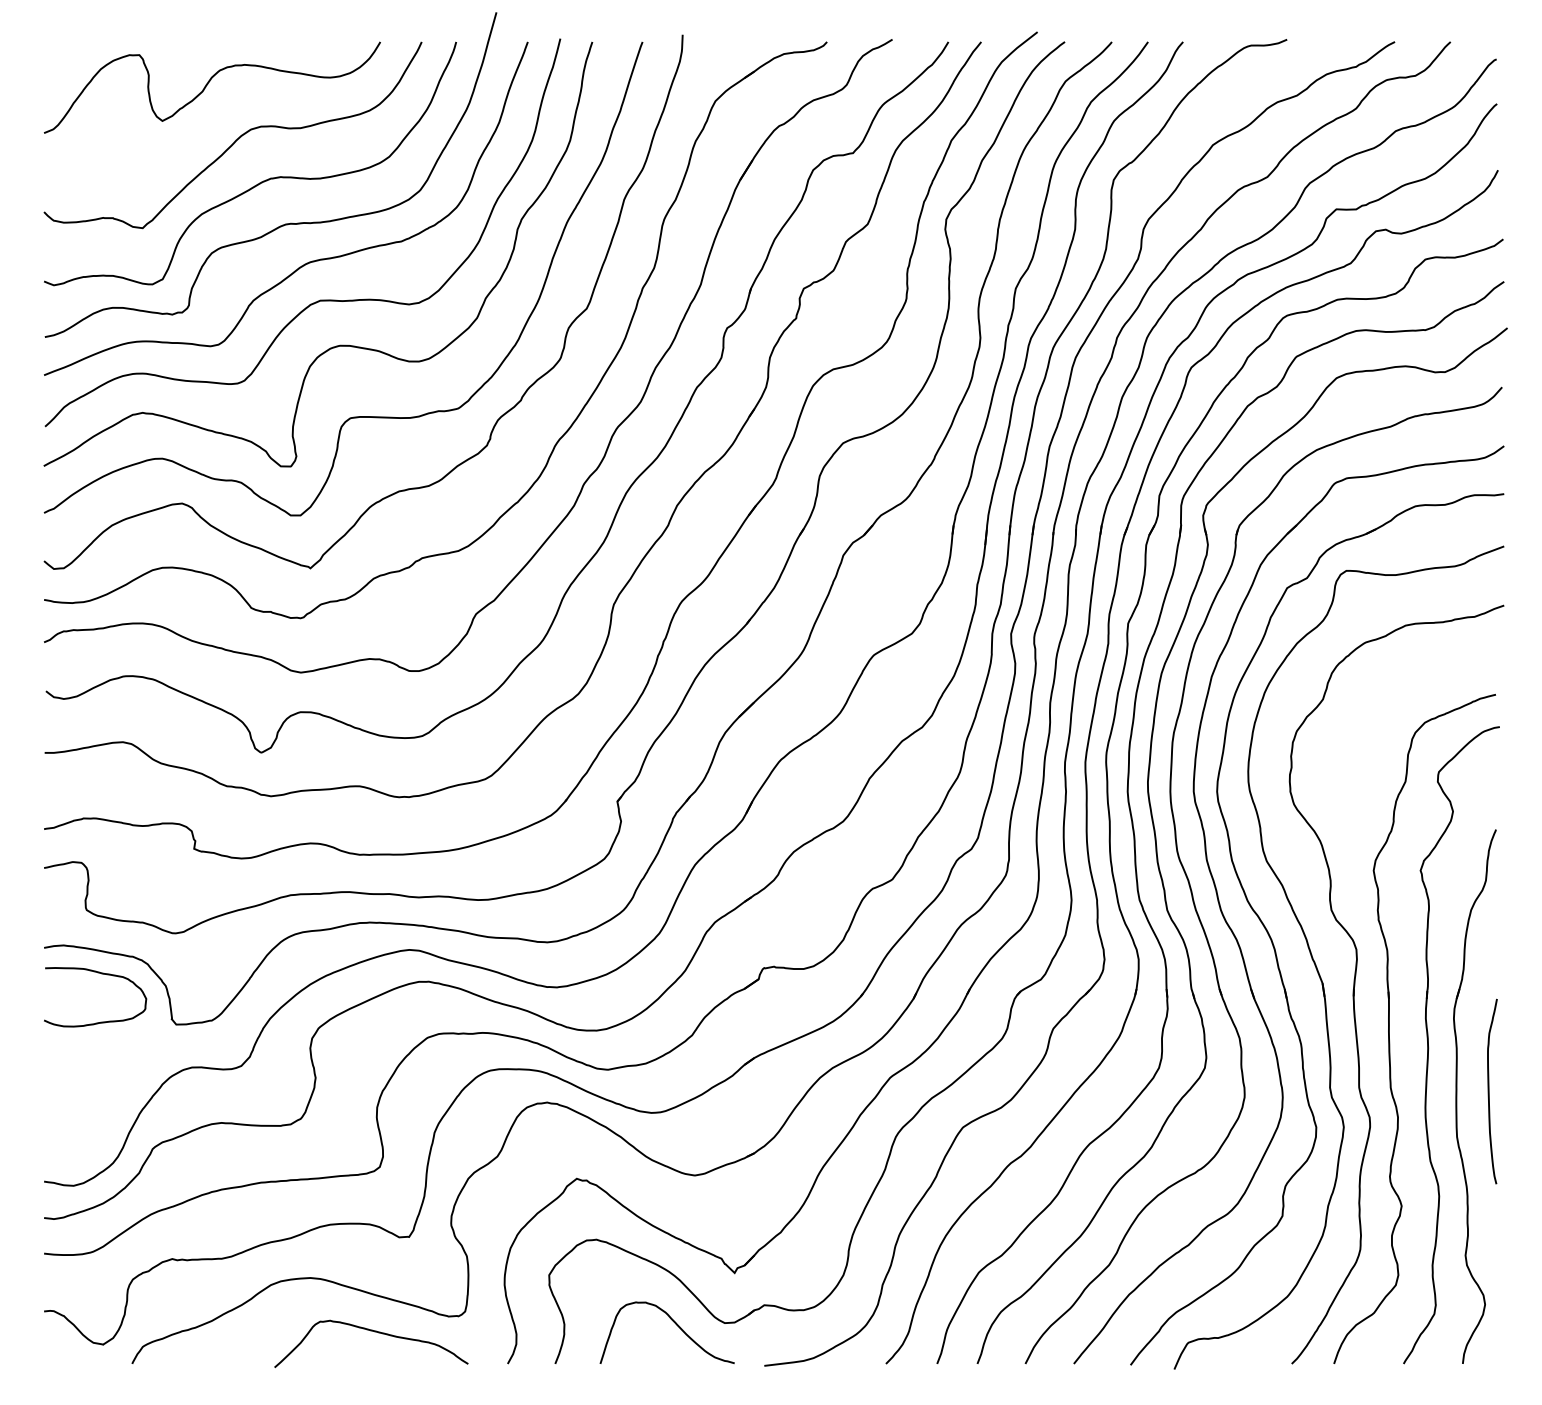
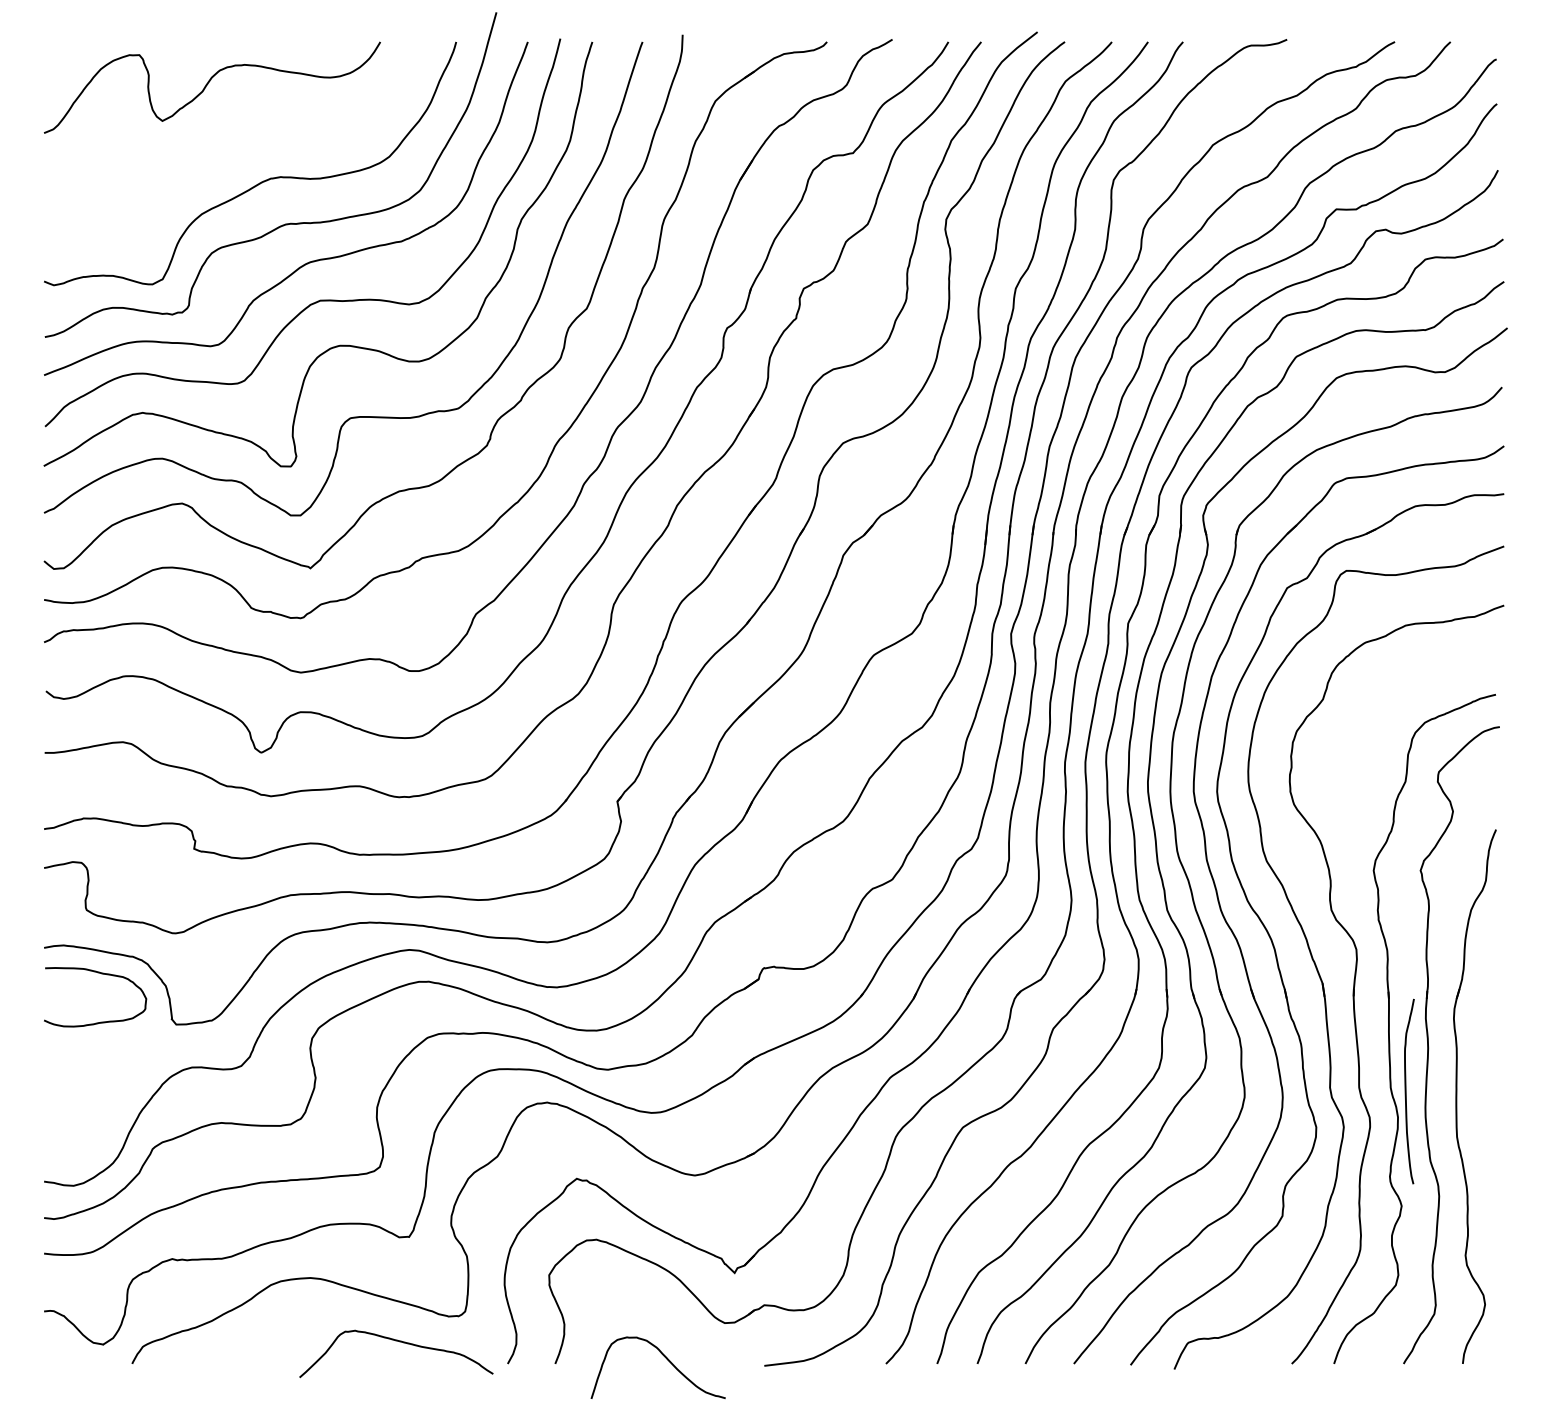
curve at (235, 139): present -> none
curve at (1489, 1091) position: (1489, 1091) -> (1406, 1091)
curve at (674, 1323) position: (674, 1323) -> (665, 1358)
curve at (374, 1332) position: (374, 1332) -> (399, 1342)
